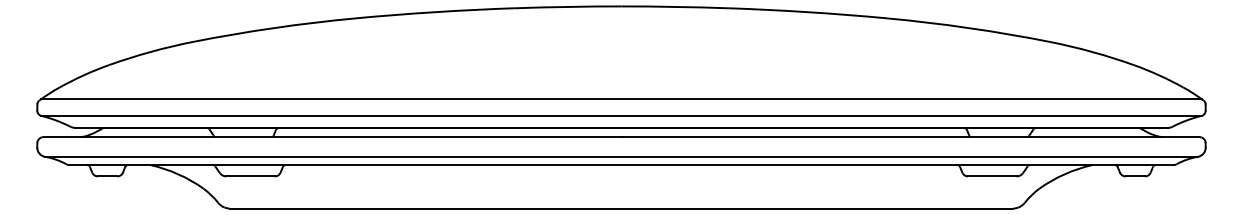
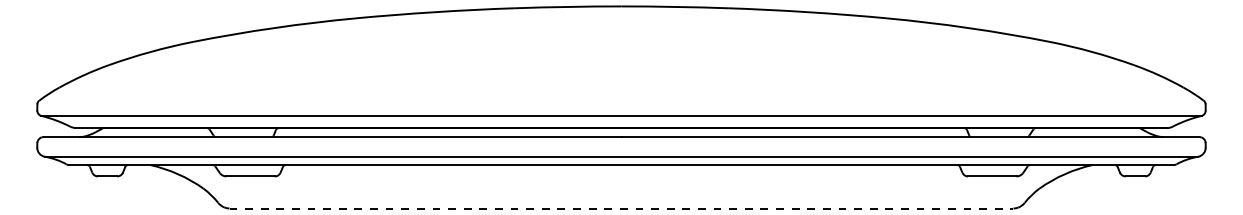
line at (621, 99): present -> none
line at (621, 208): solid -> dashed
